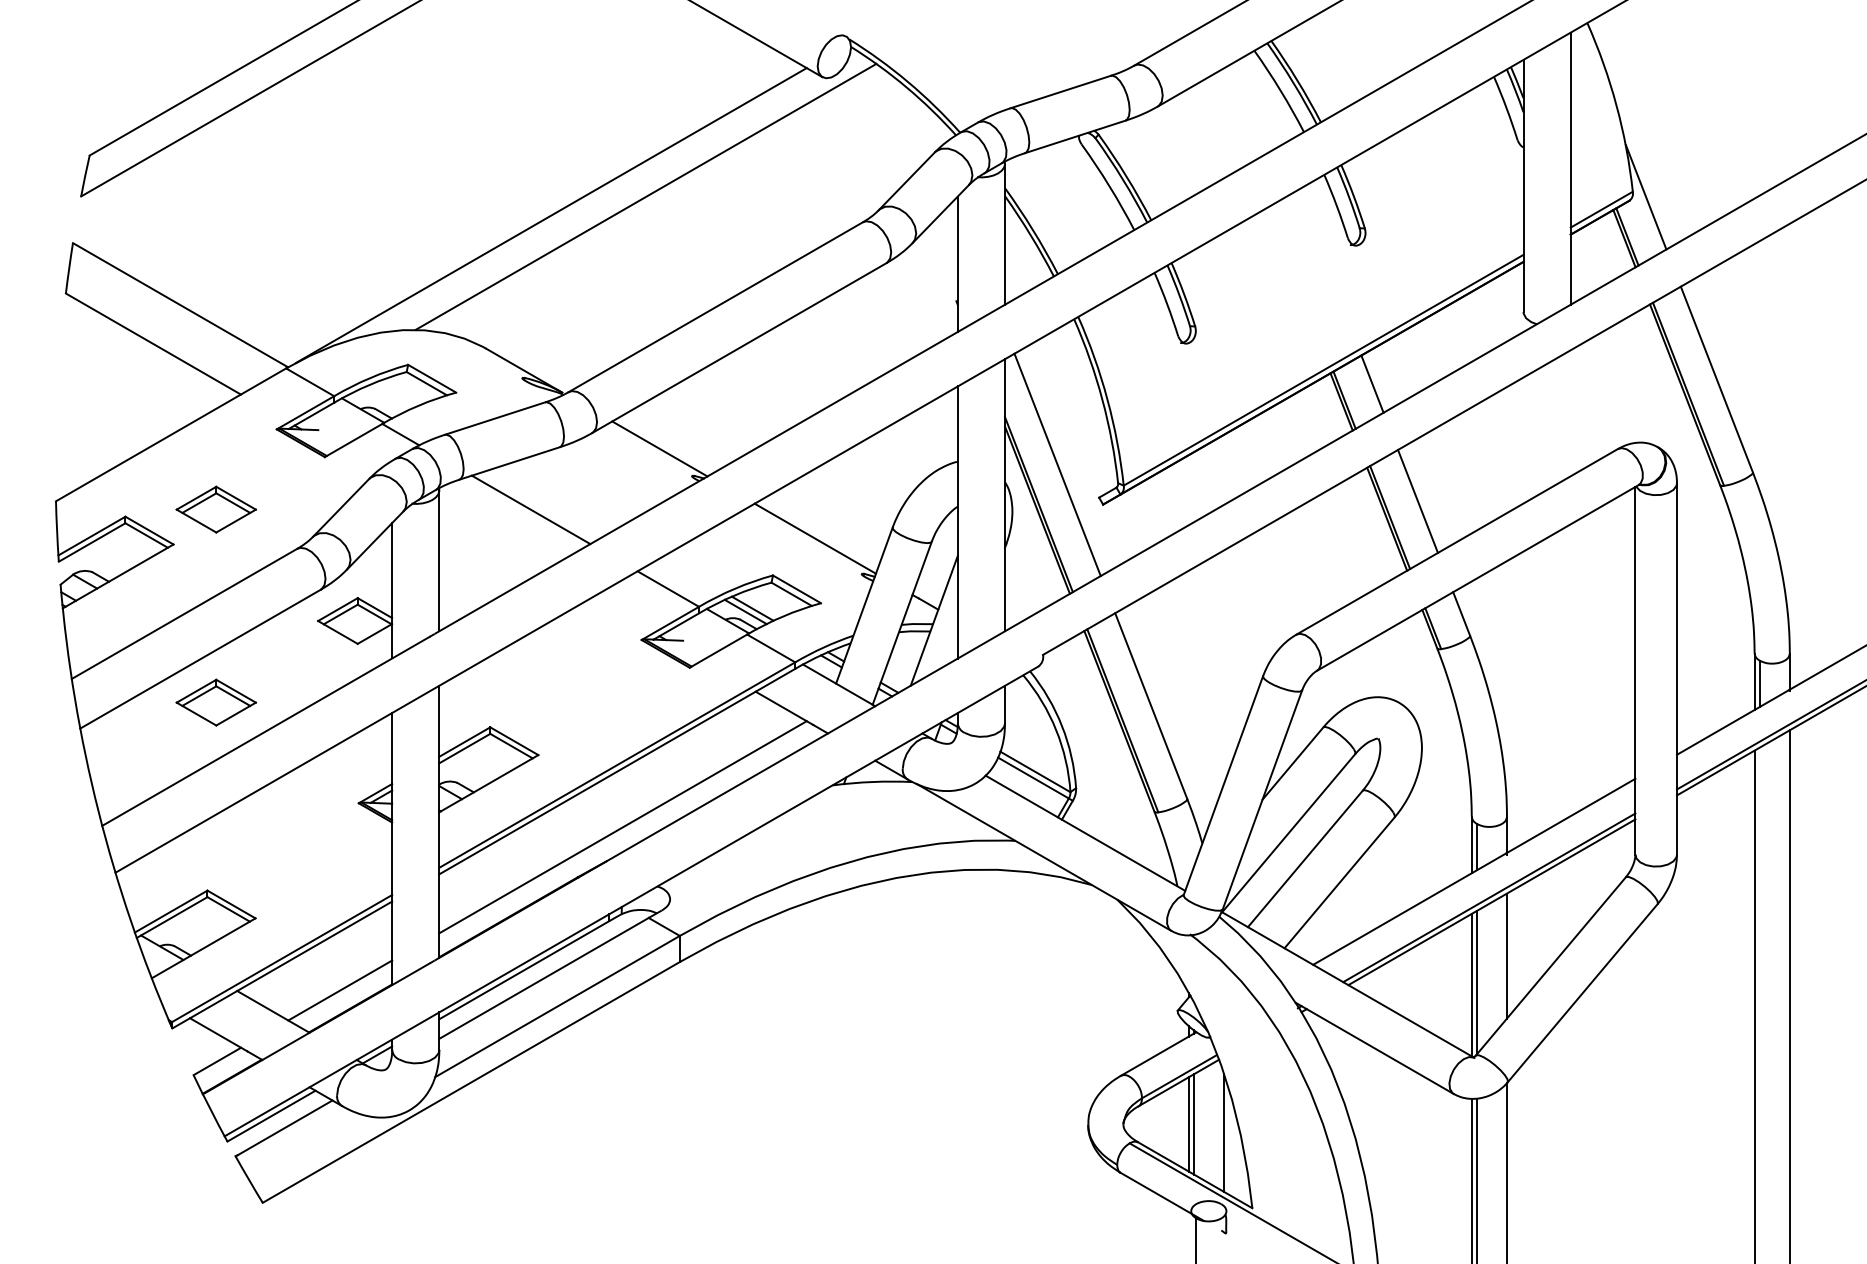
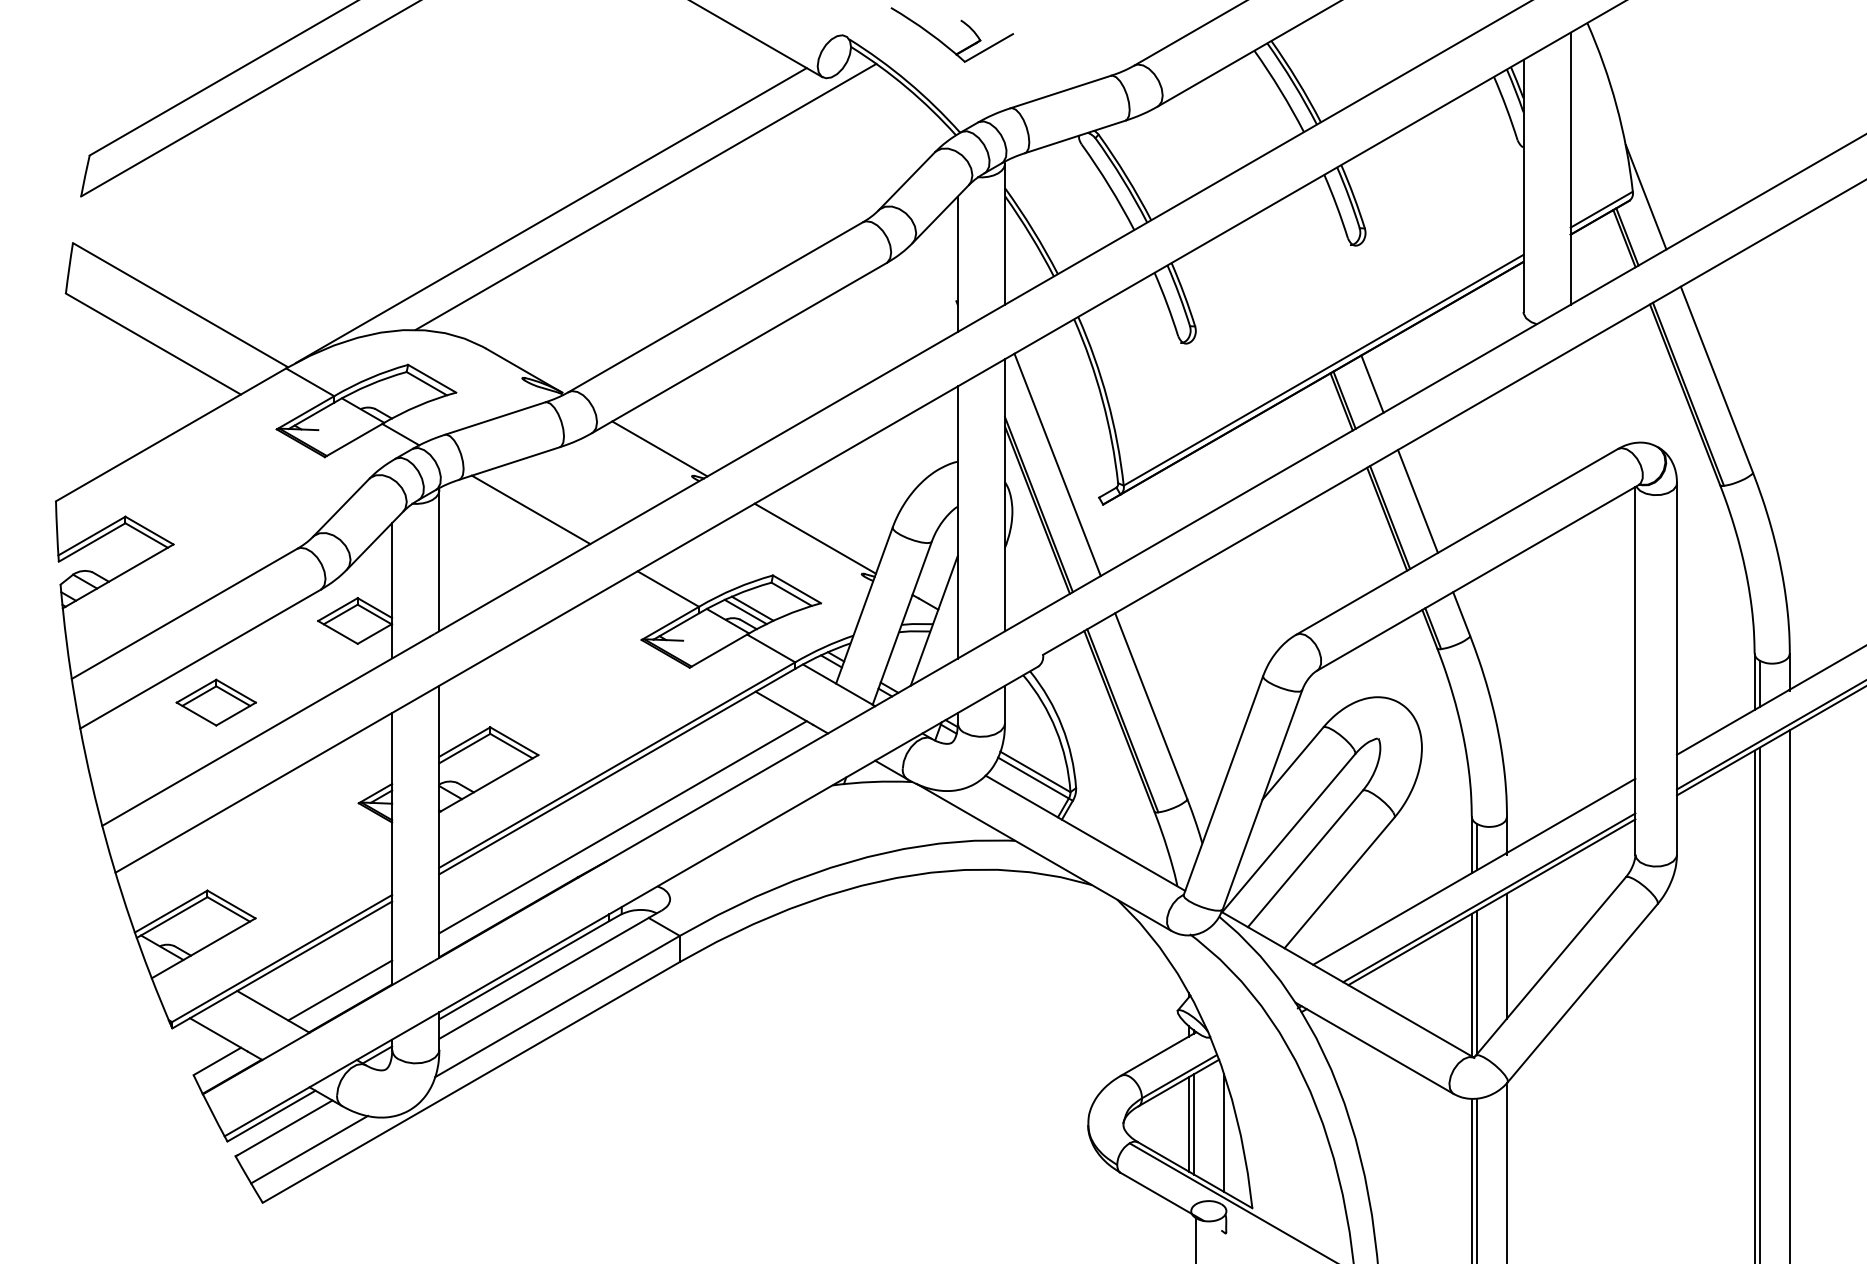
part at (943, 42): none -> present
part at (215, 509): present -> none
line at (1759, 1003): none -> present
line at (309, 1149): none -> present
